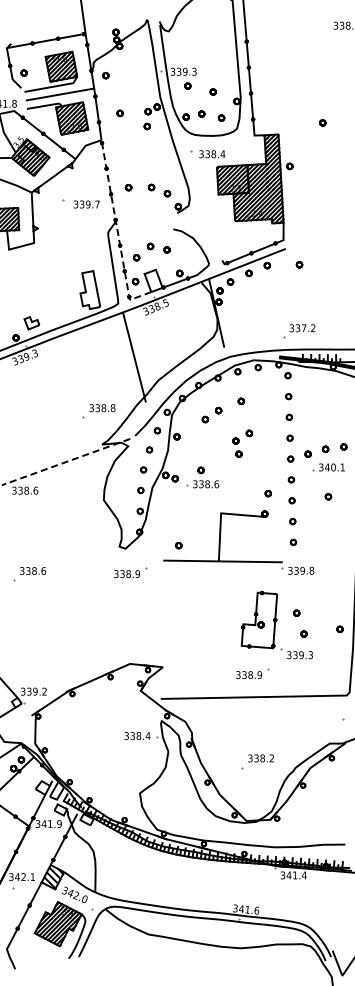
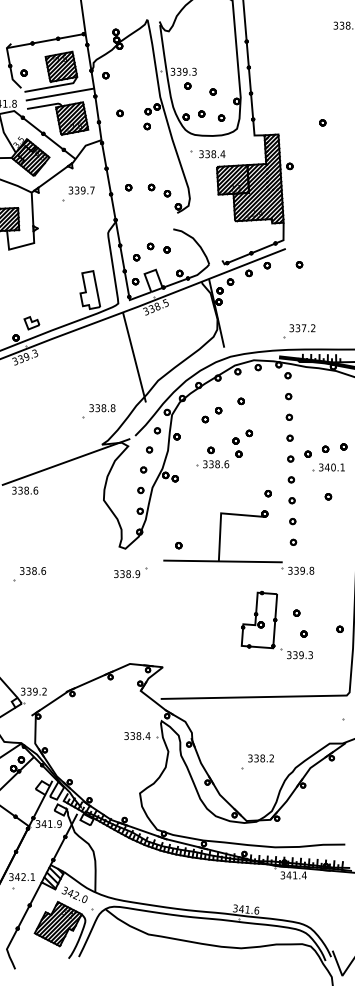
text at (86, 204) position: (86, 204) -> (81, 190)
line at (117, 231): dashed -> solid
line at (65, 462): dashed -> solid
part at (202, 477) position: (202, 477) -> (212, 457)
part at (252, 673): present -> none
